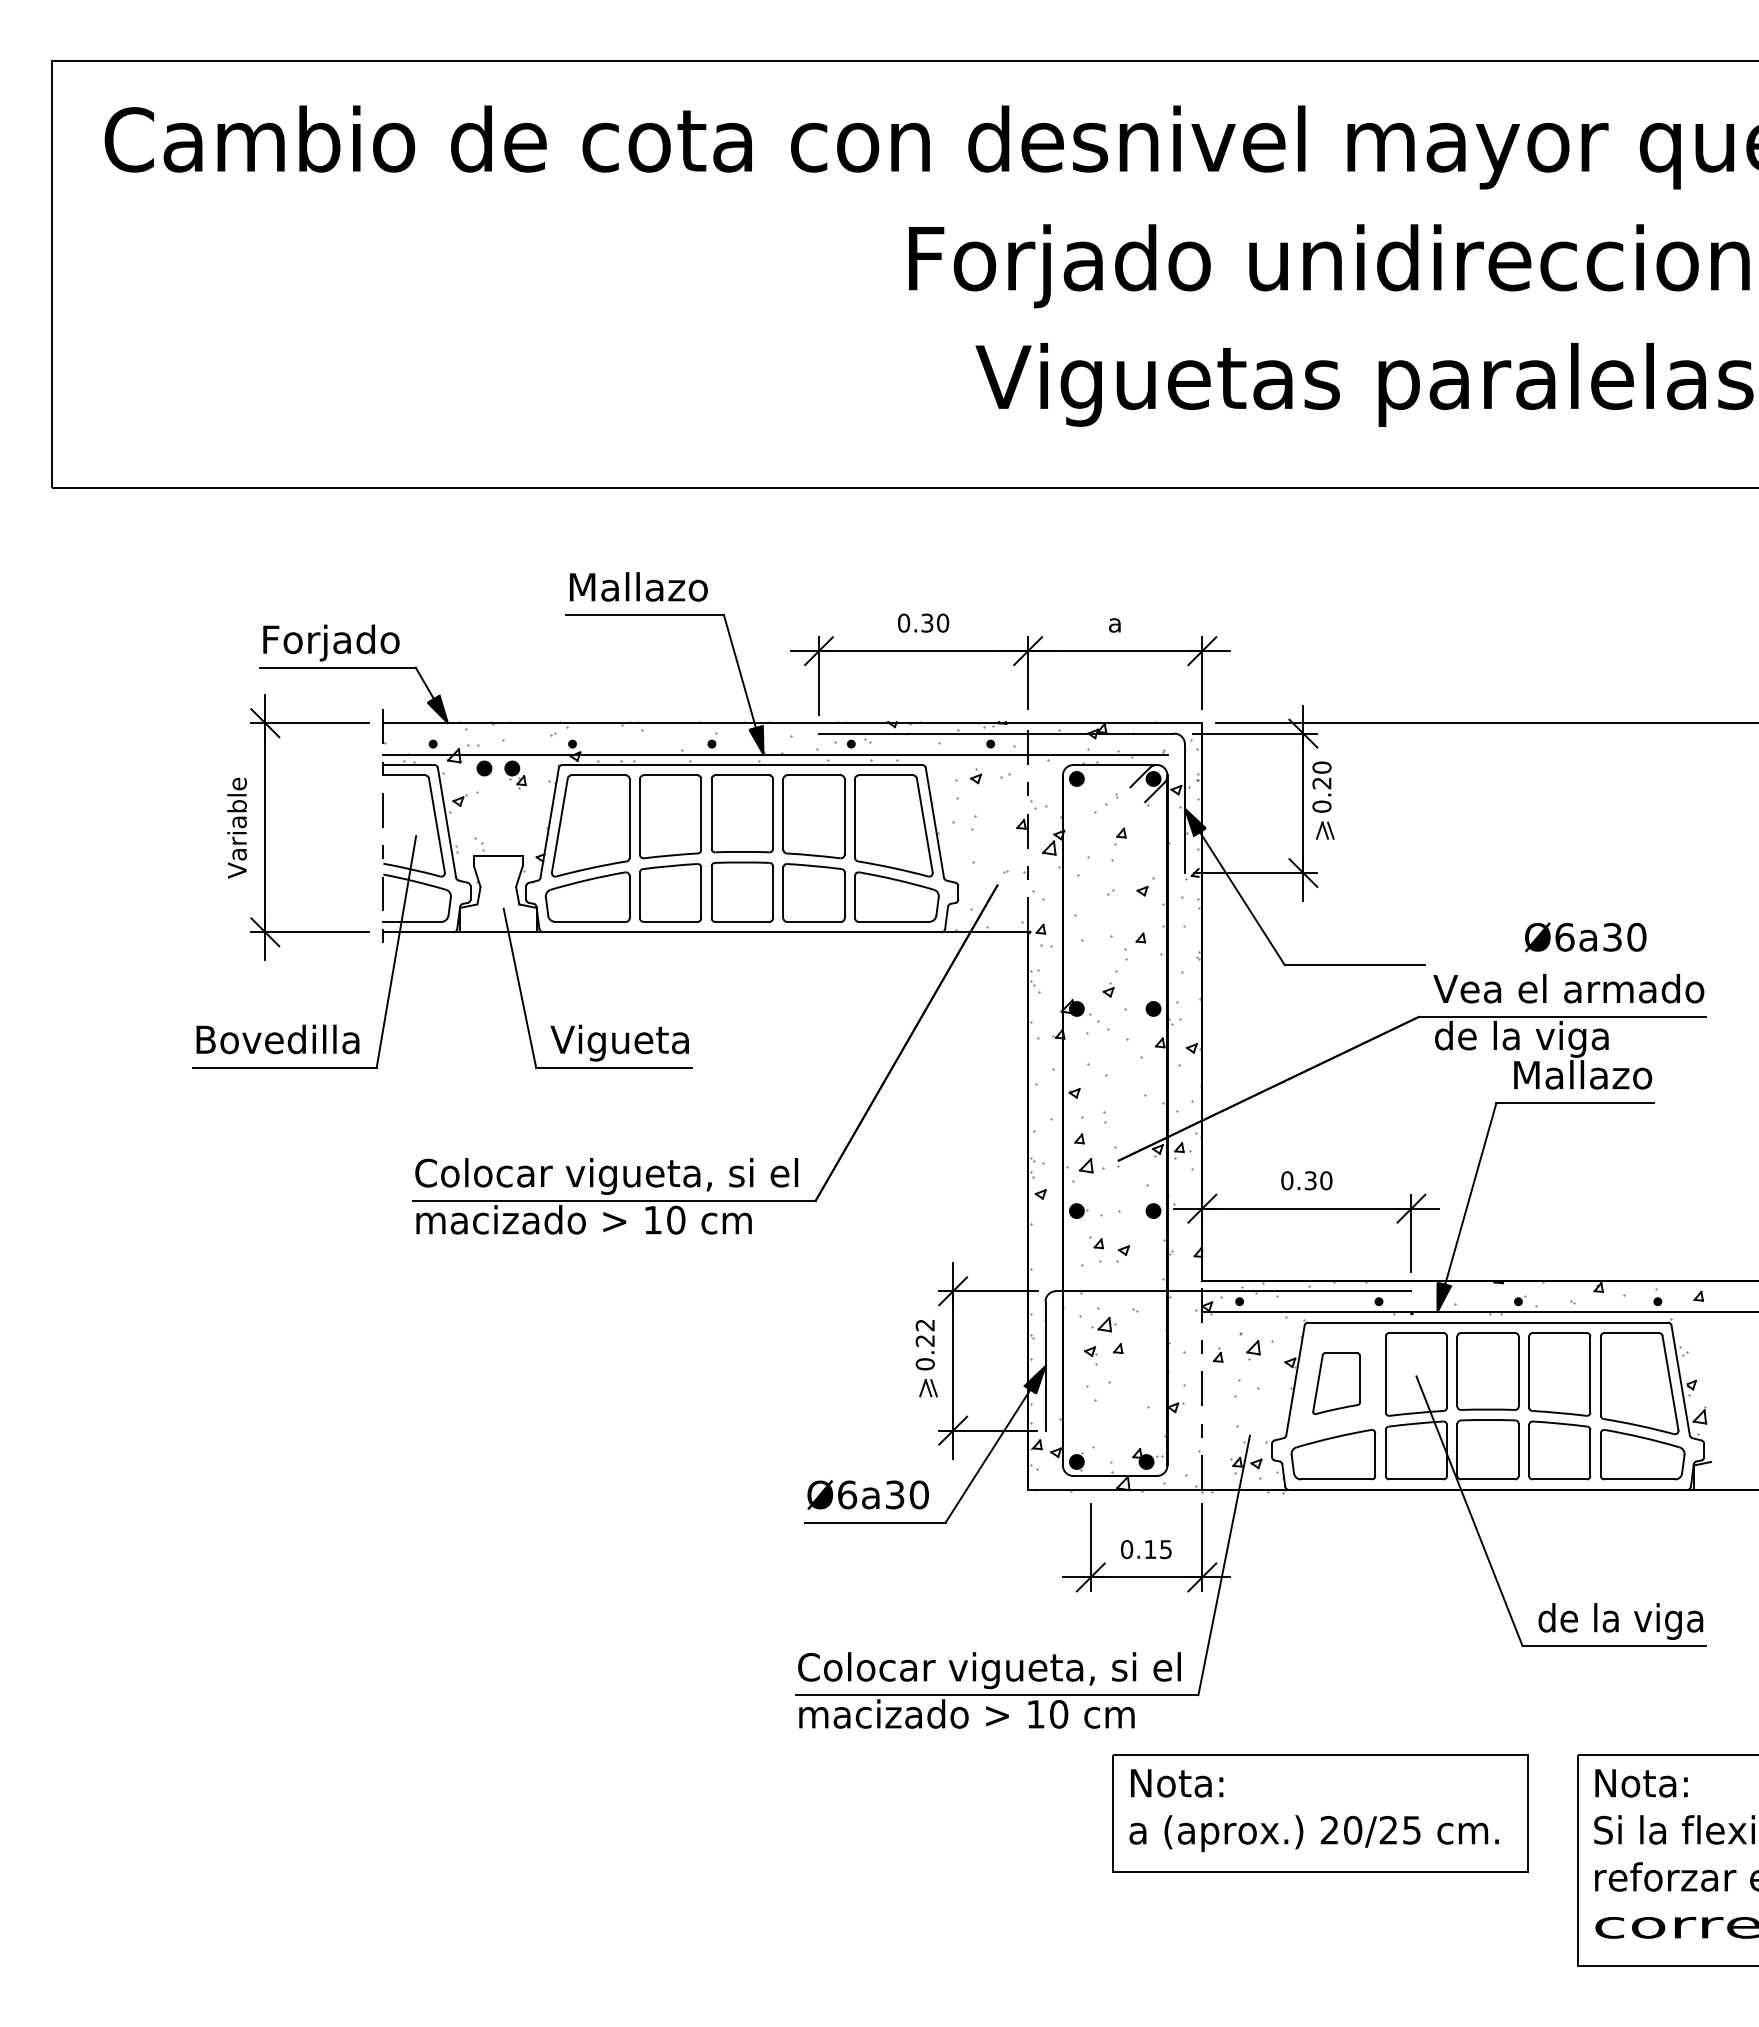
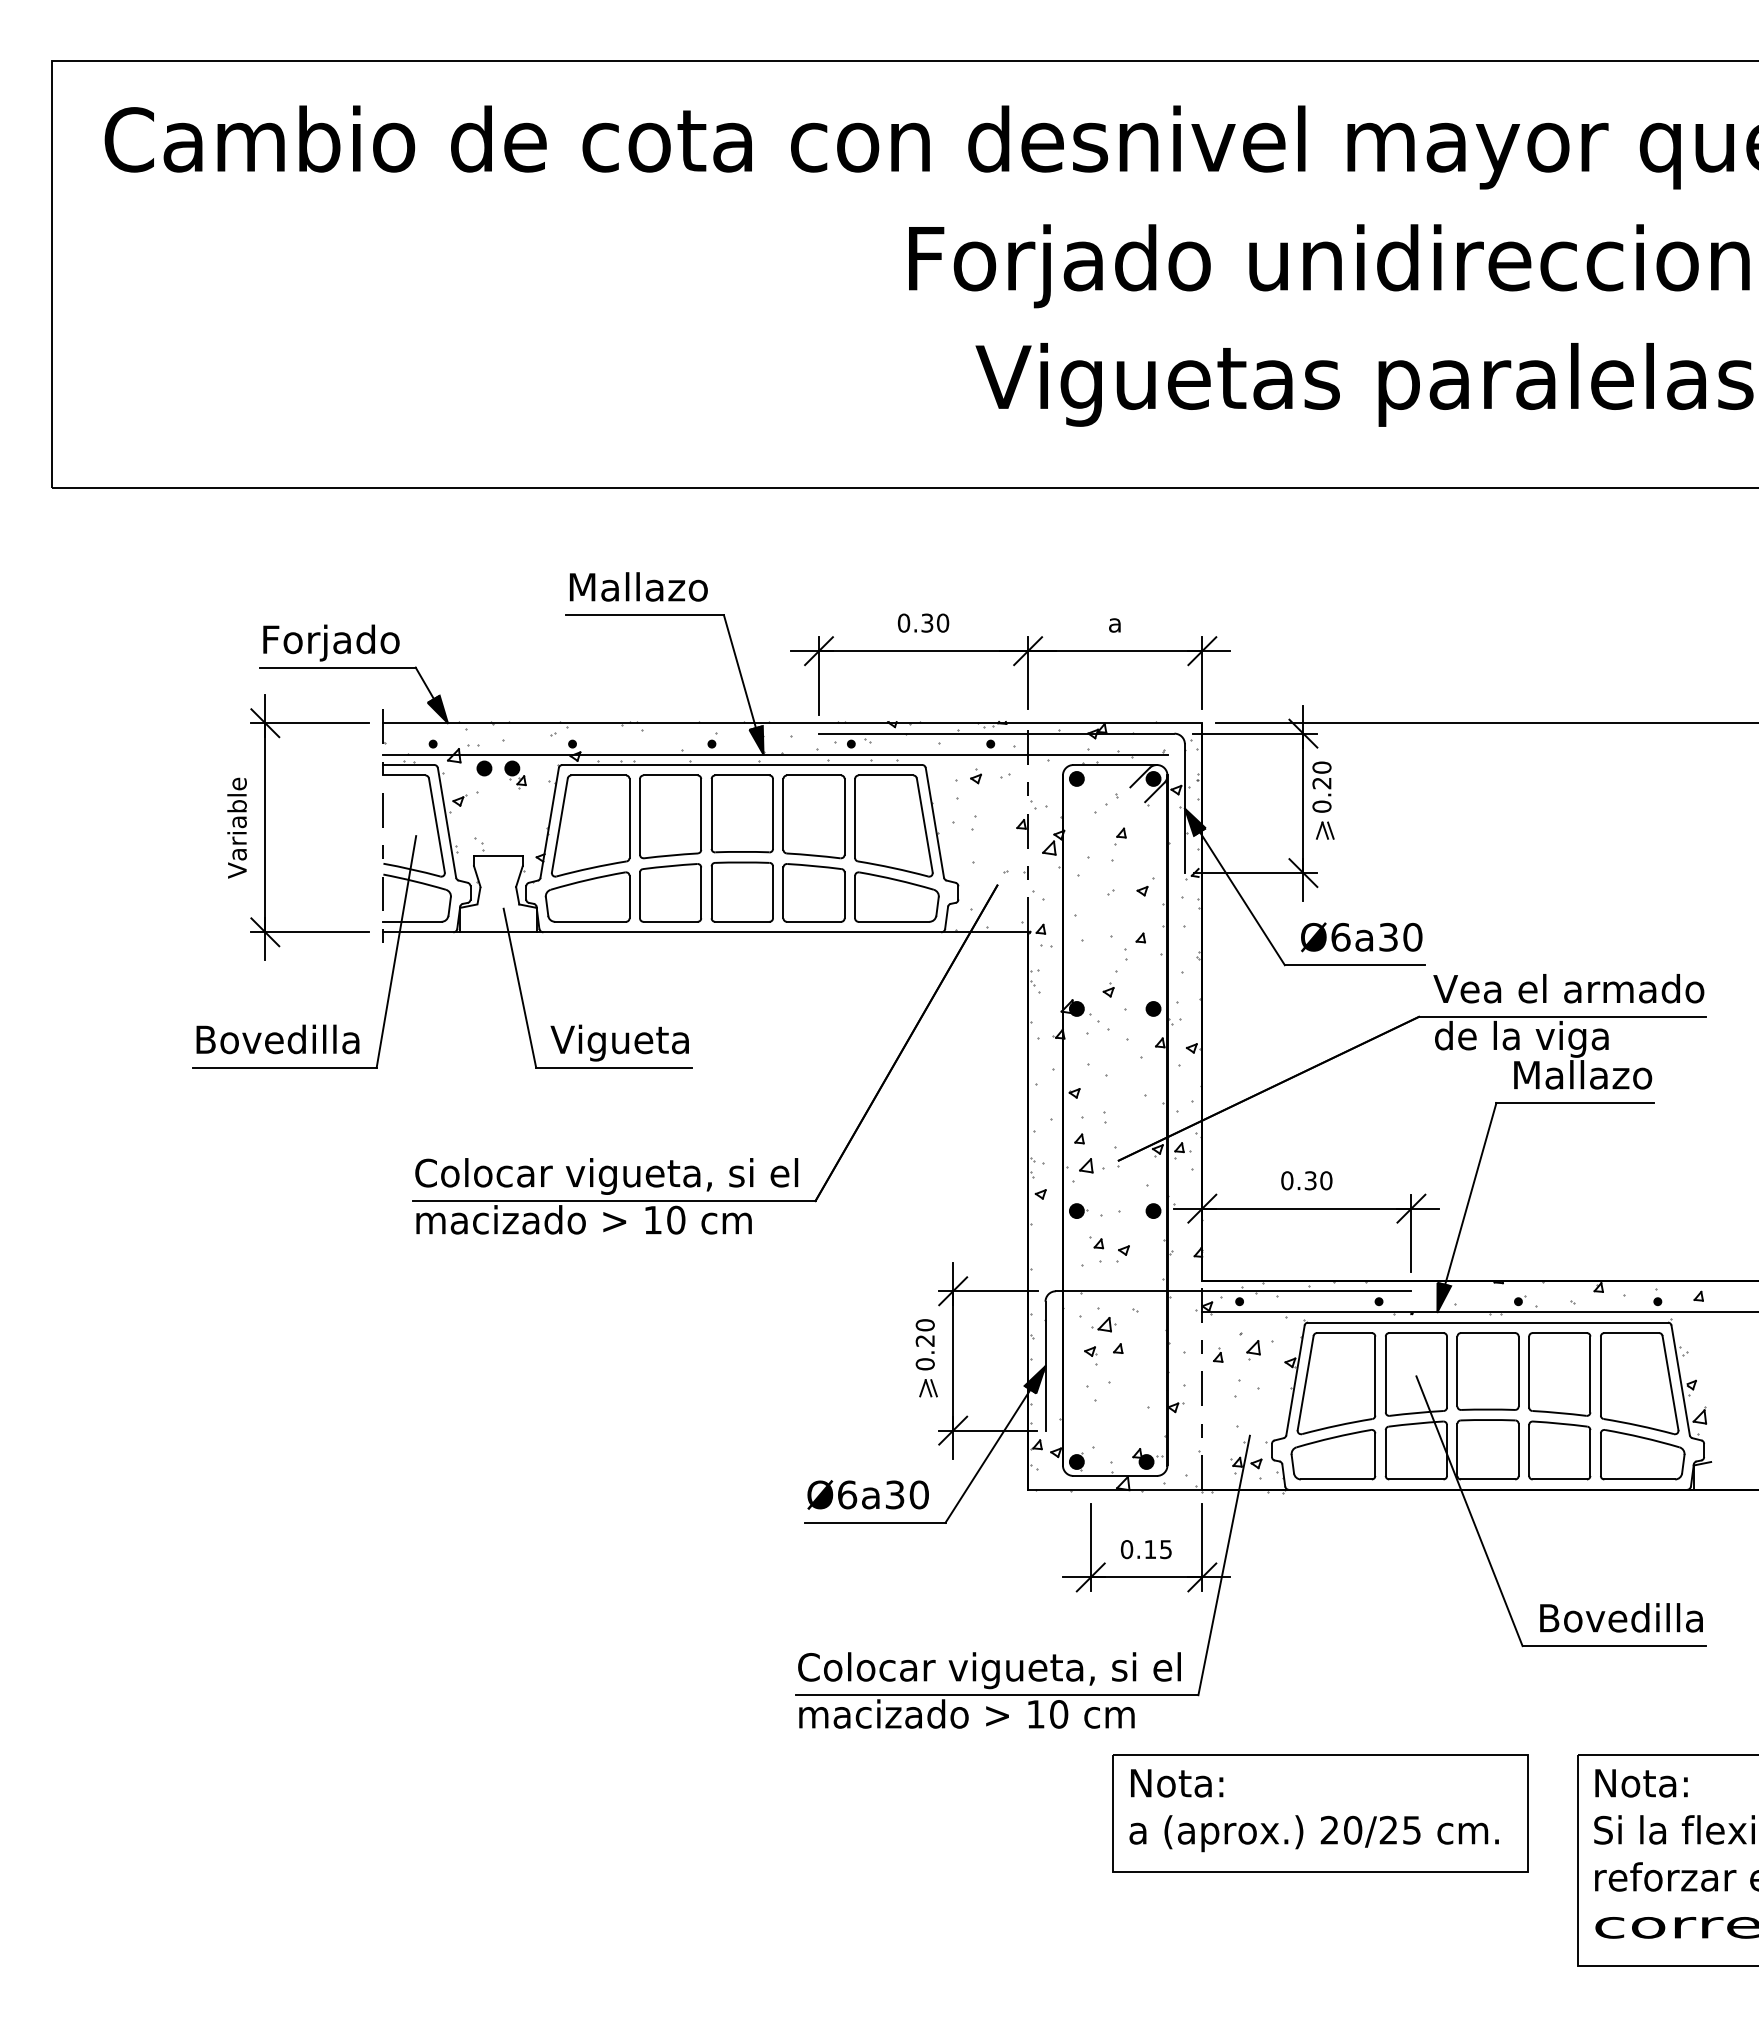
text at (1585, 937) position: (1585, 937) -> (1361, 937)
text at (924, 1325): 0.22 -> 0.20
part at (1336, 1383) size: 49x63 px -> 81x104 px
text at (1620, 1621): de la viga -> Bovedilla
